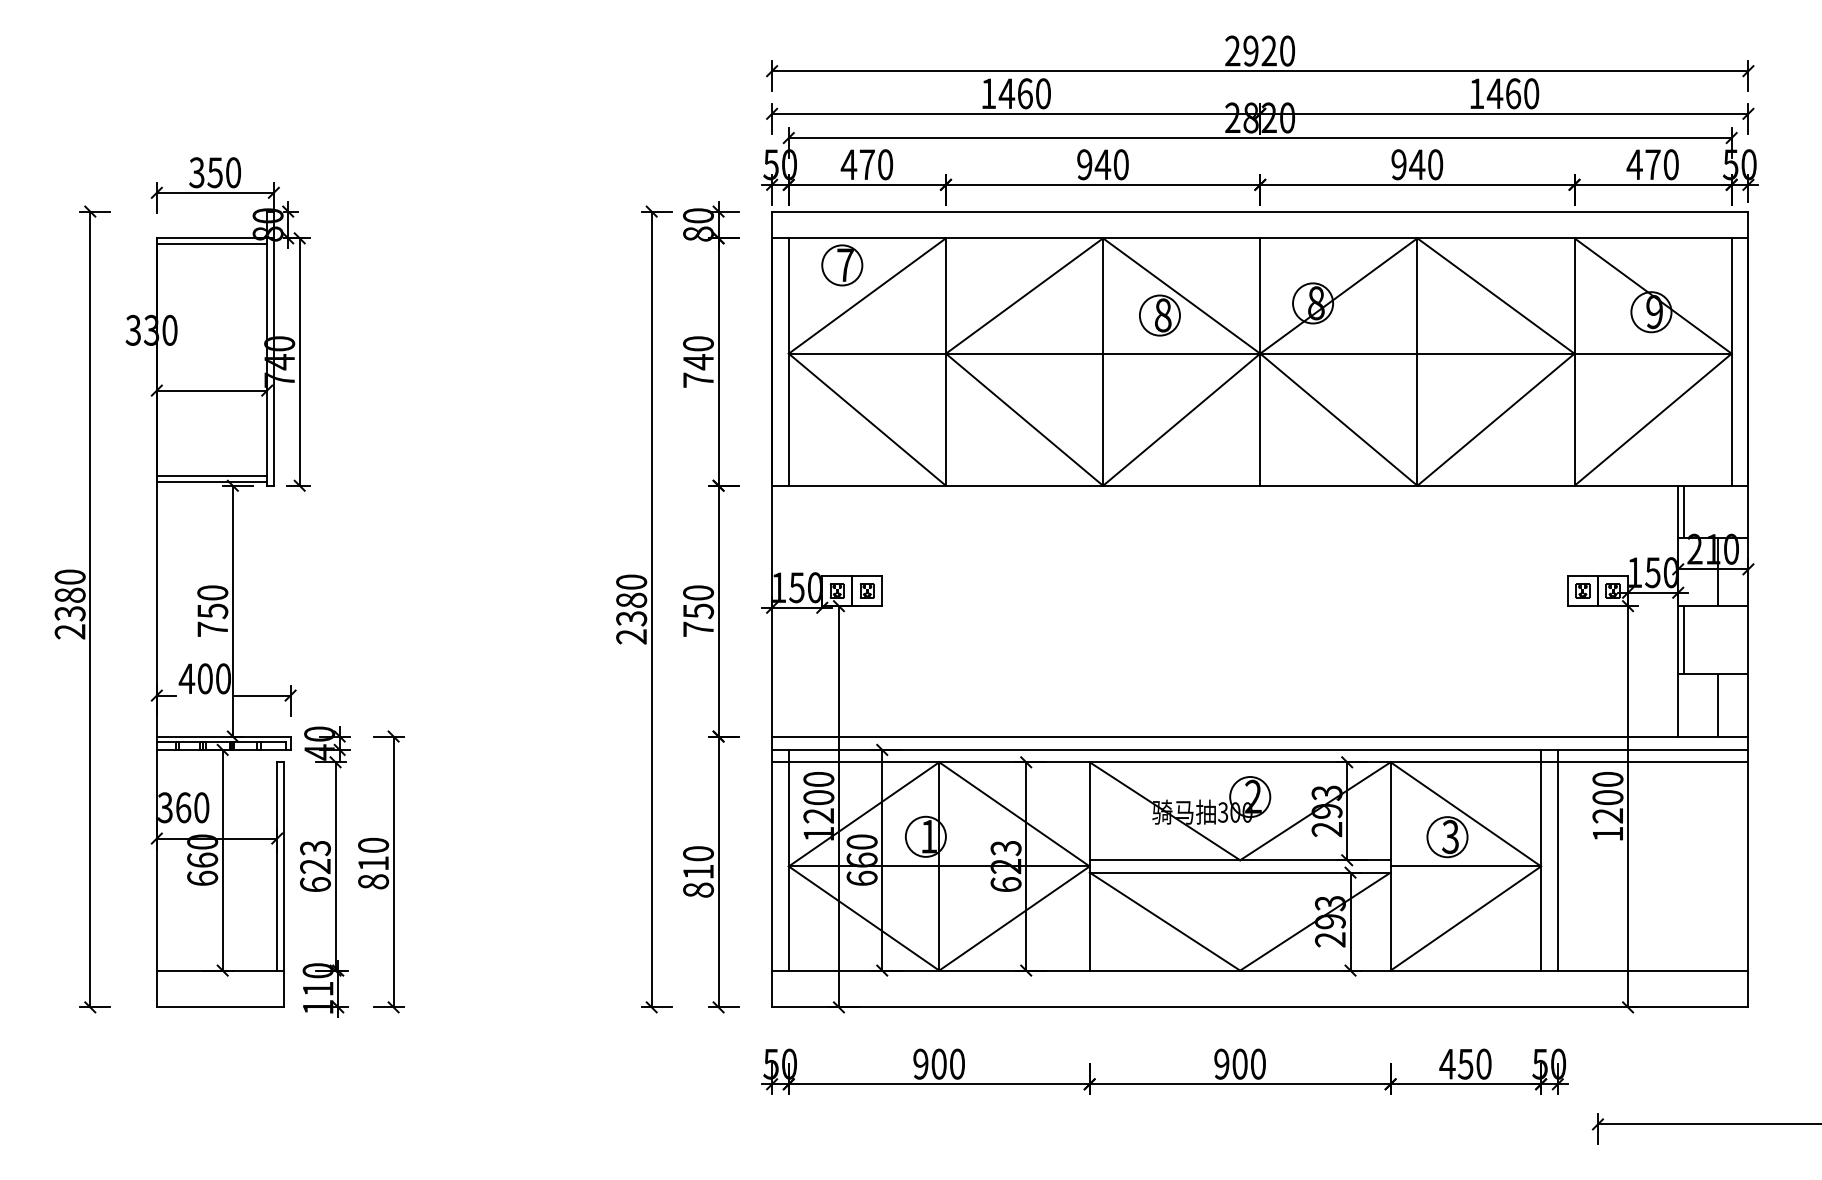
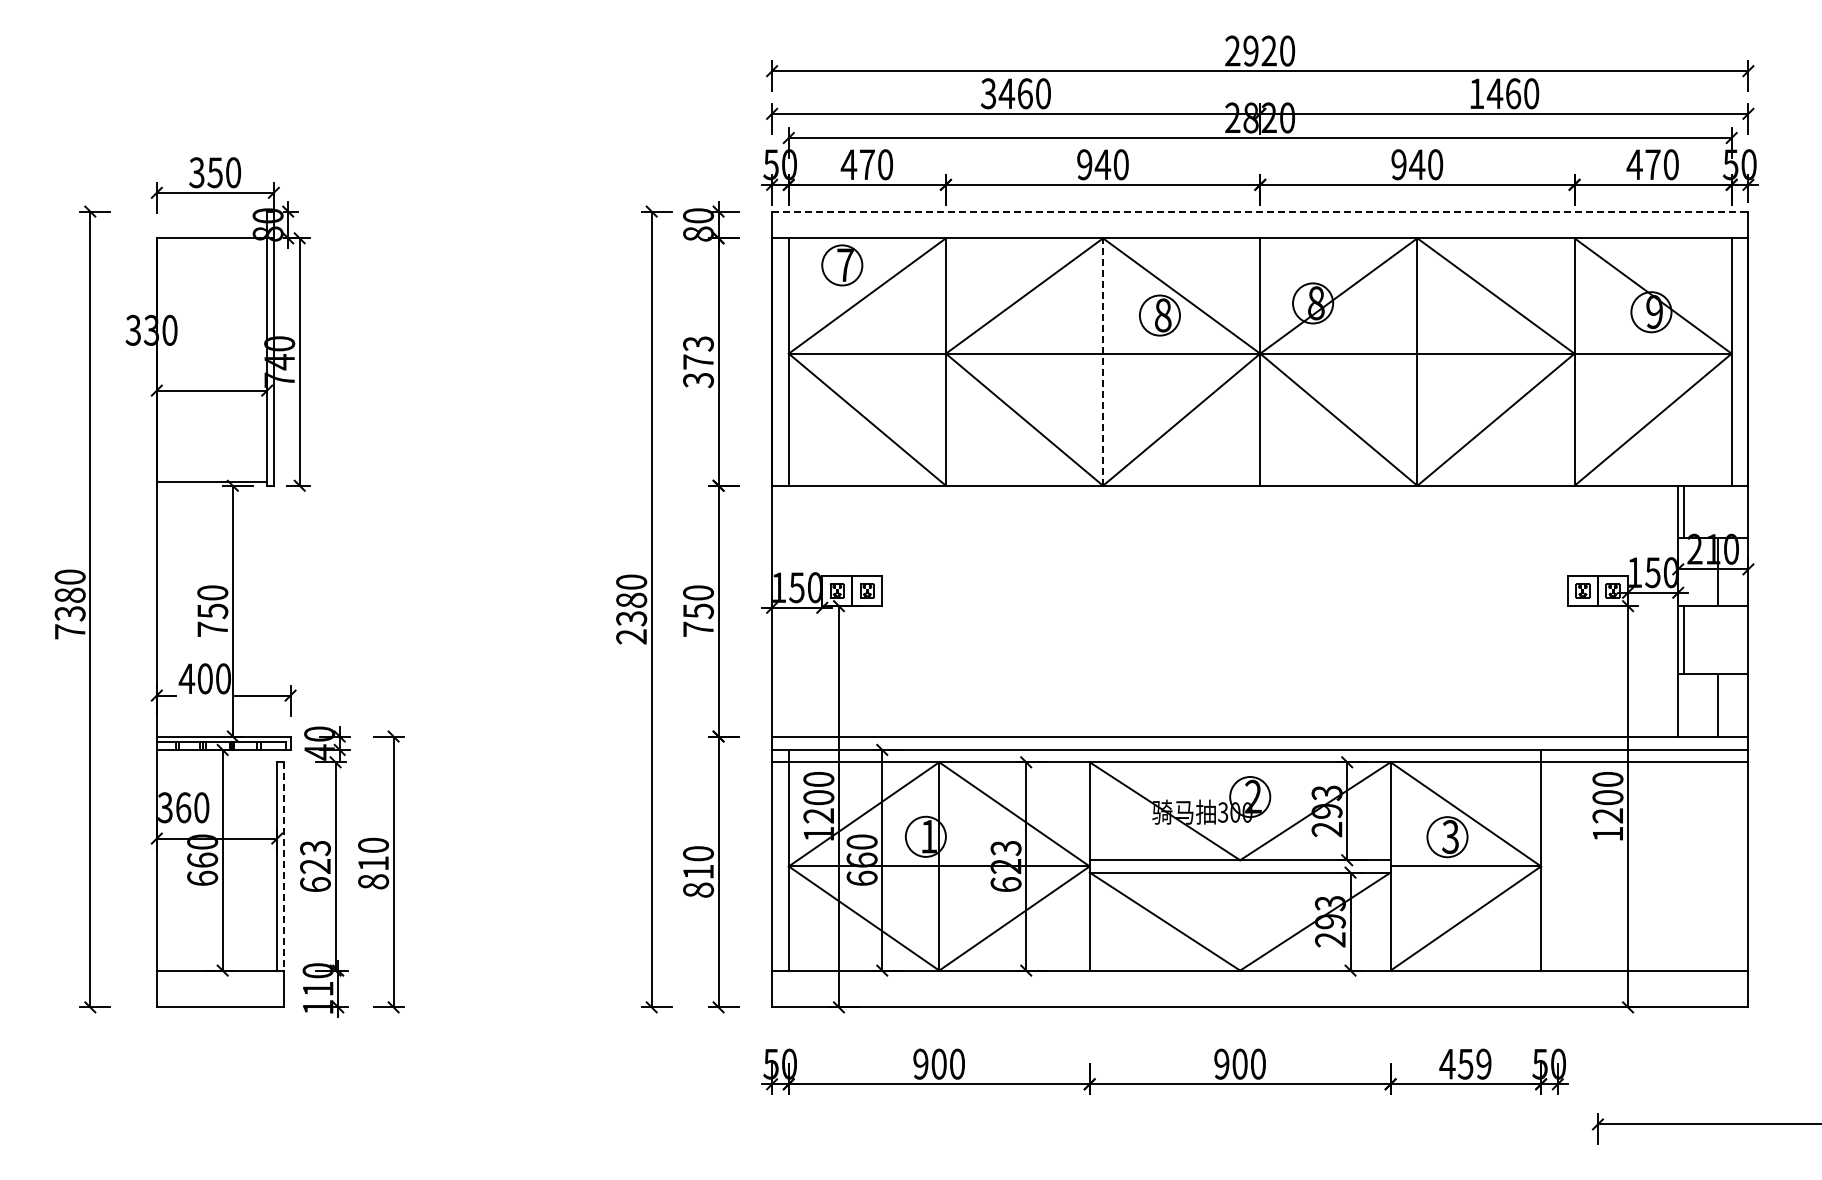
text at (988, 93): 1460 -> 3460
line at (1260, 211): solid -> dashed
line at (211, 244): present -> none
text at (698, 362): 740 -> 373
line at (1103, 362): solid -> dashed
line at (211, 476): present -> none
text at (69, 631): 2380 -> 7380
line at (1557, 859): present -> none
line at (283, 866): solid -> dashed
text at (1483, 1063): 450 -> 459
